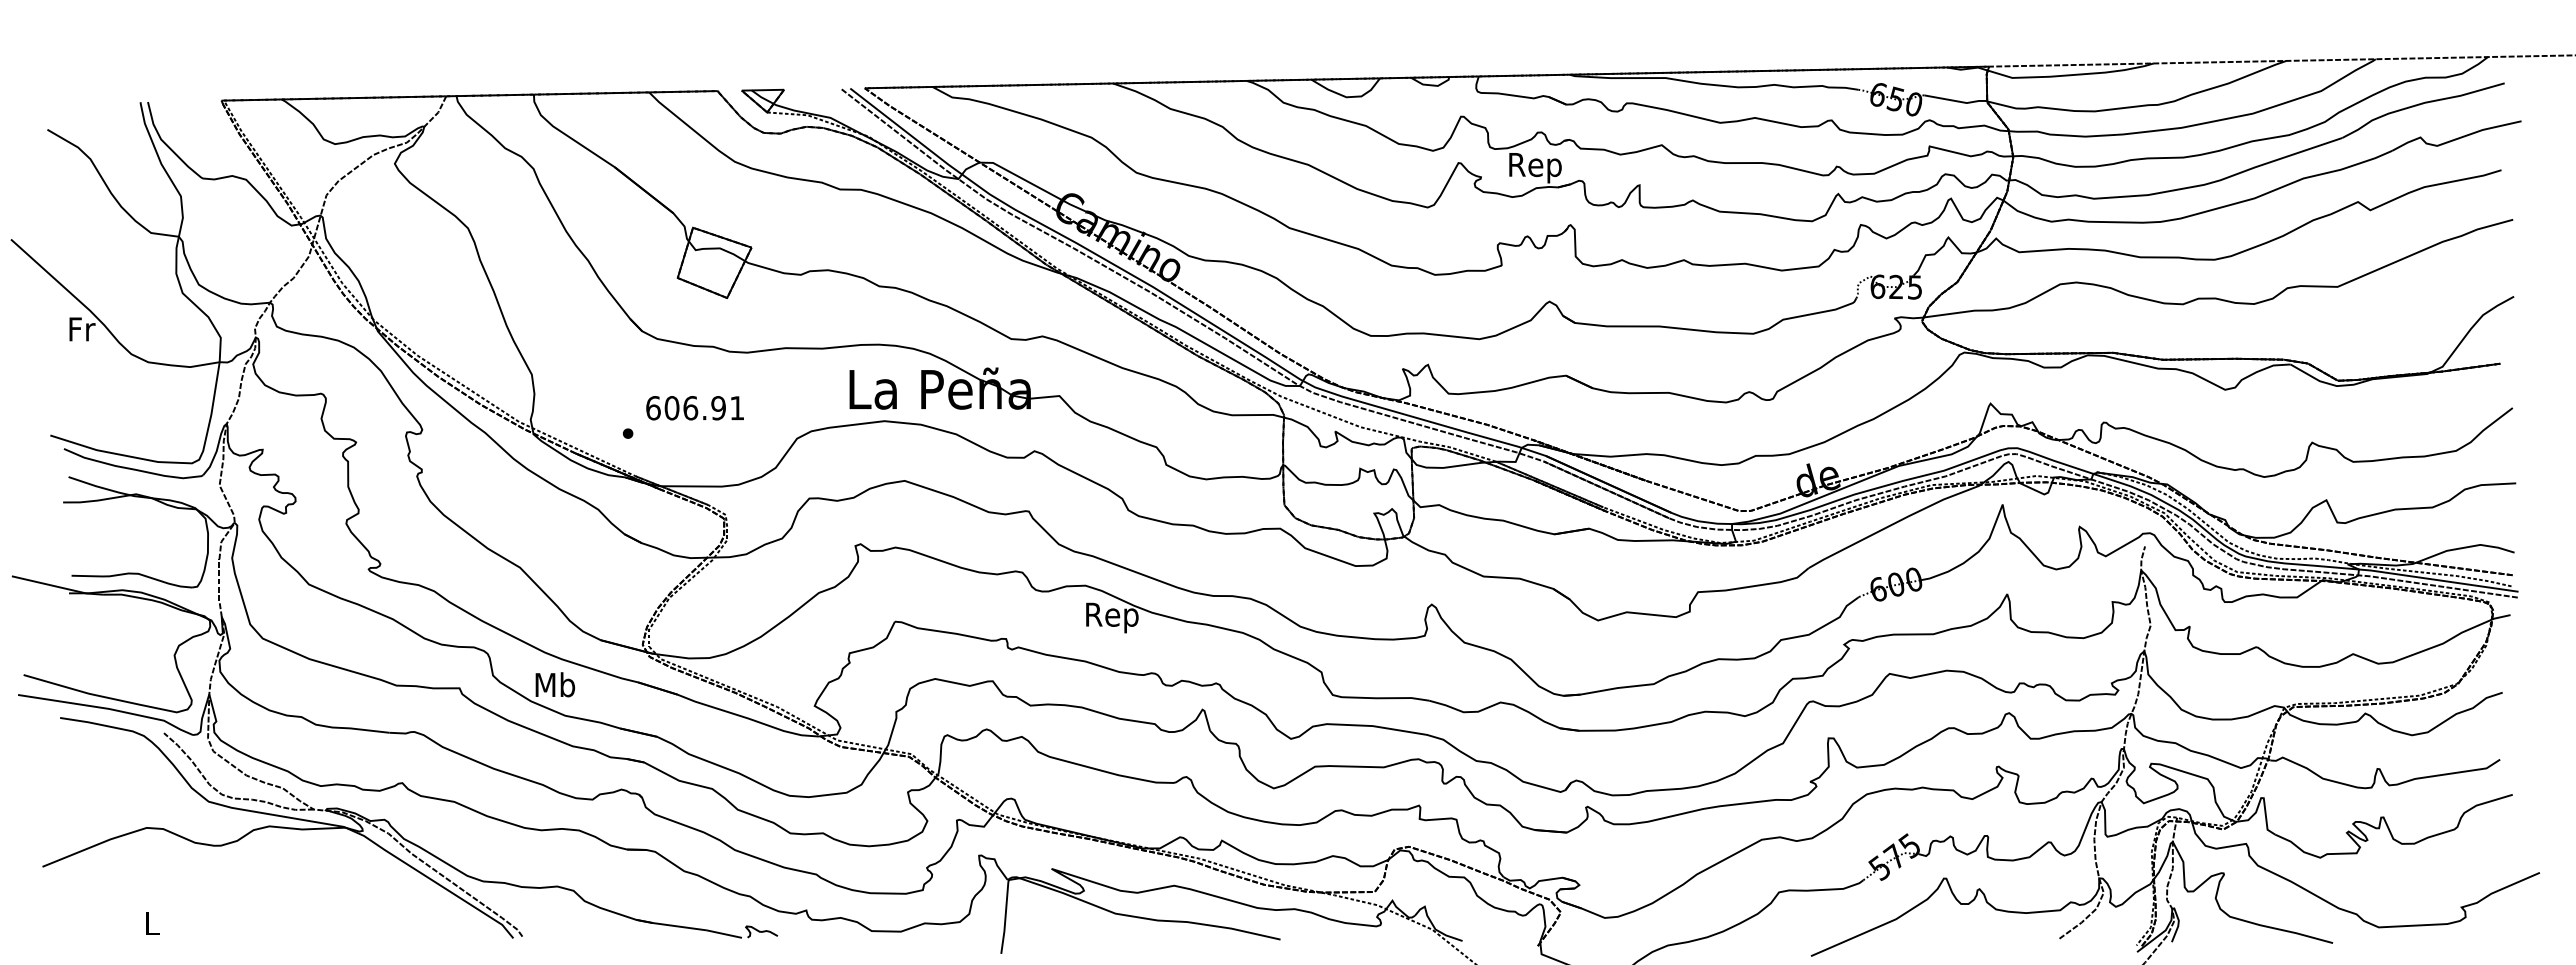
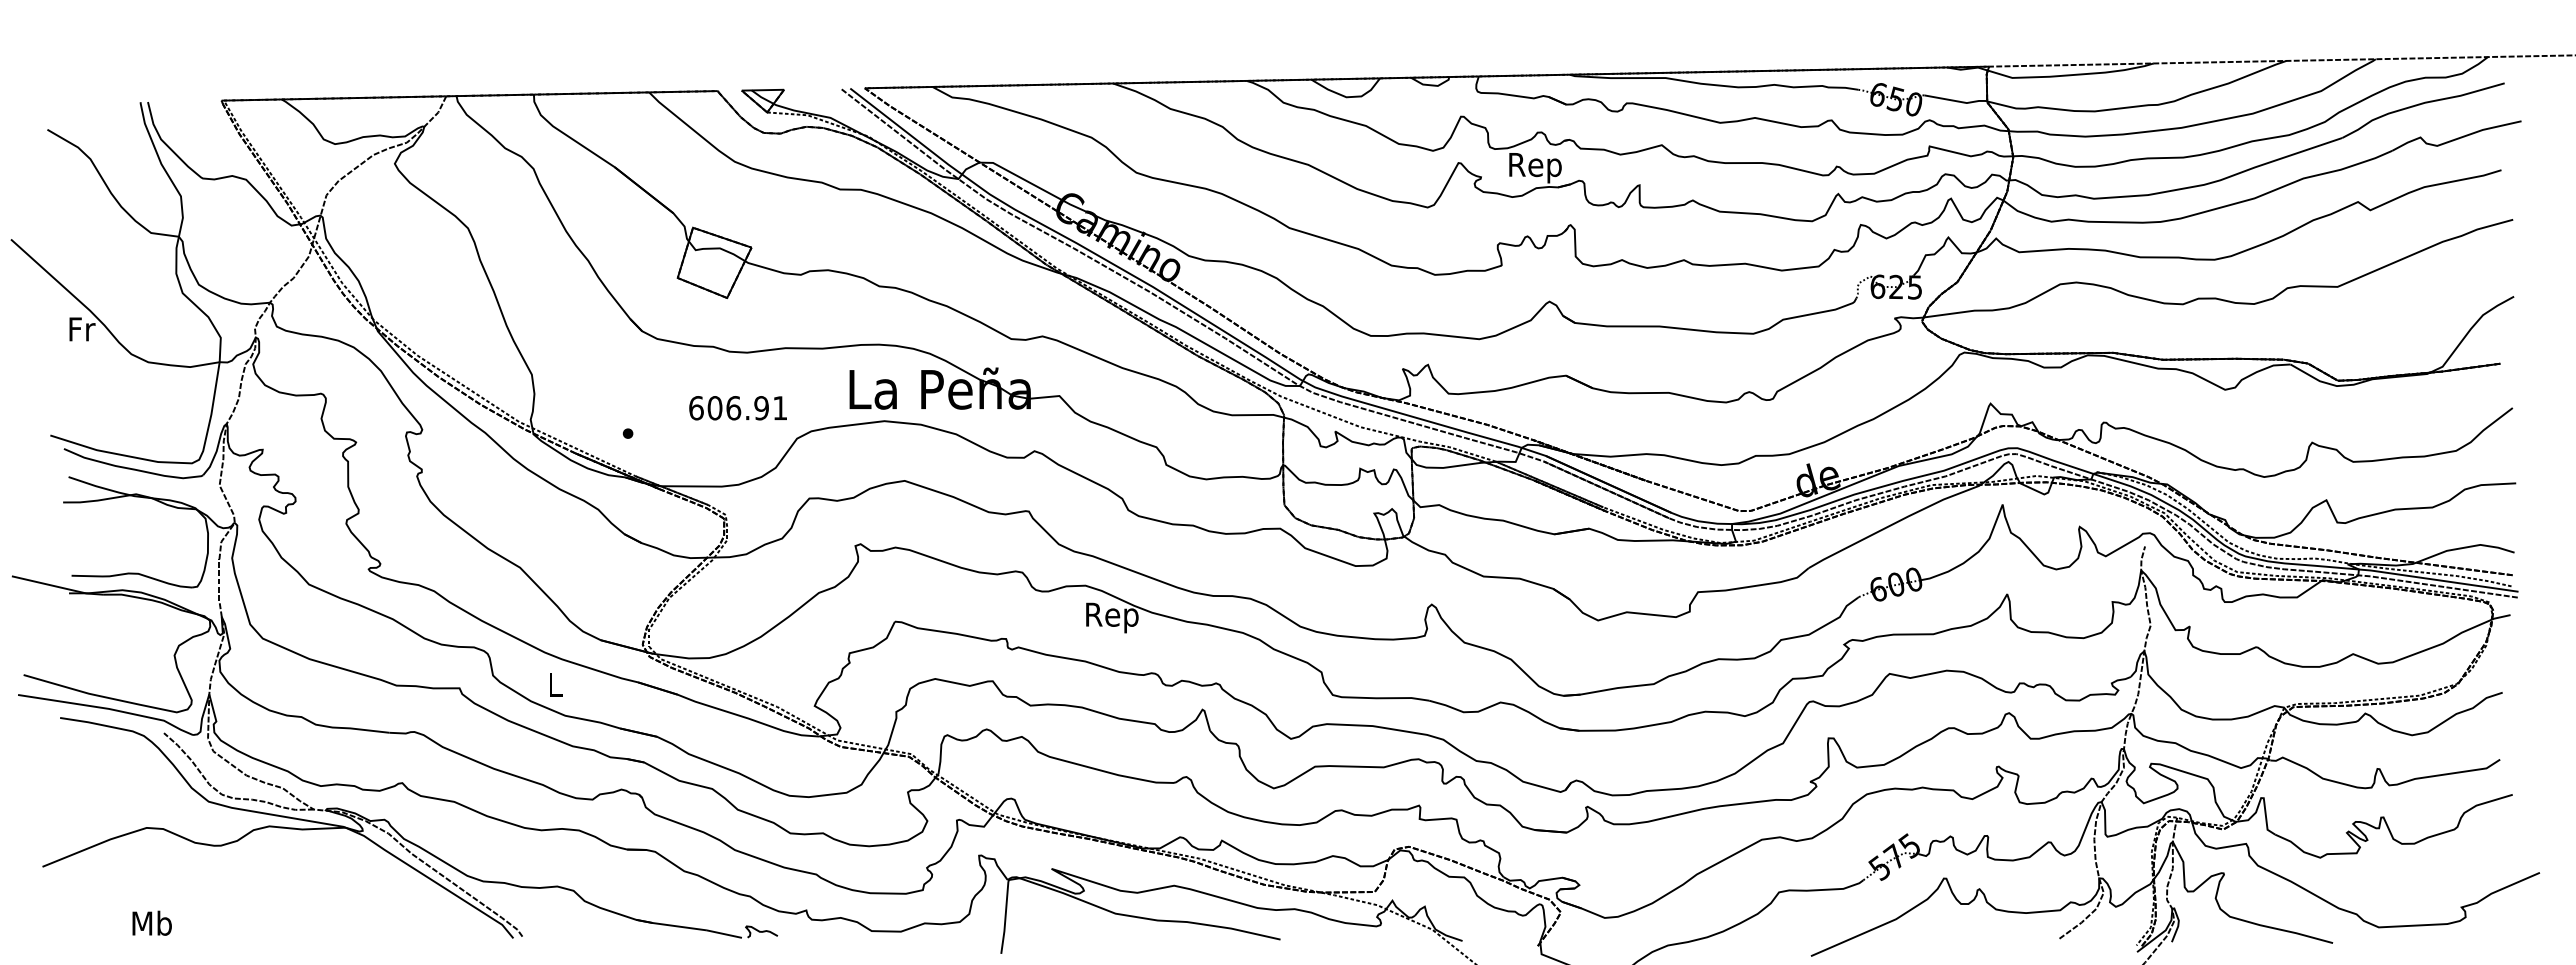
text at (694, 408) position: (694, 408) -> (737, 408)
text at (555, 684): Mb -> L
text at (151, 922): L -> Mb
